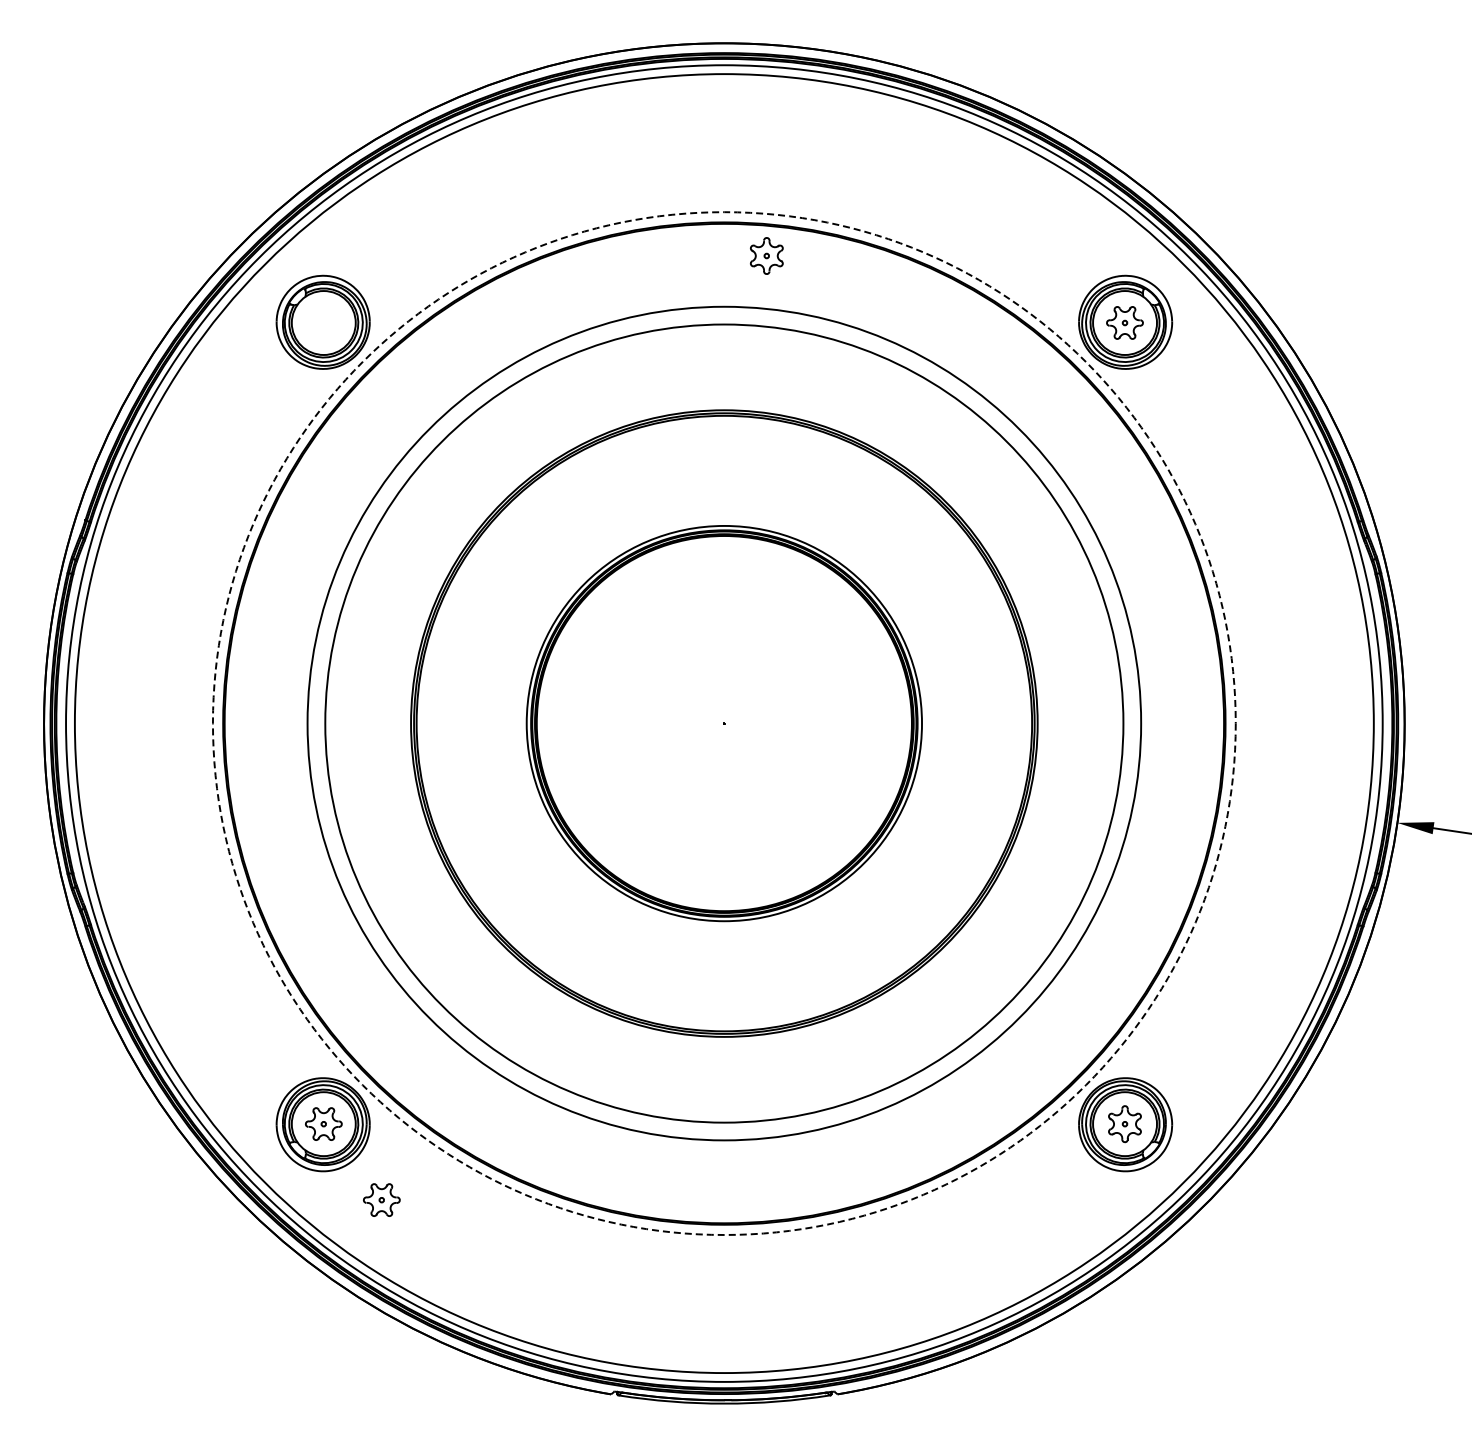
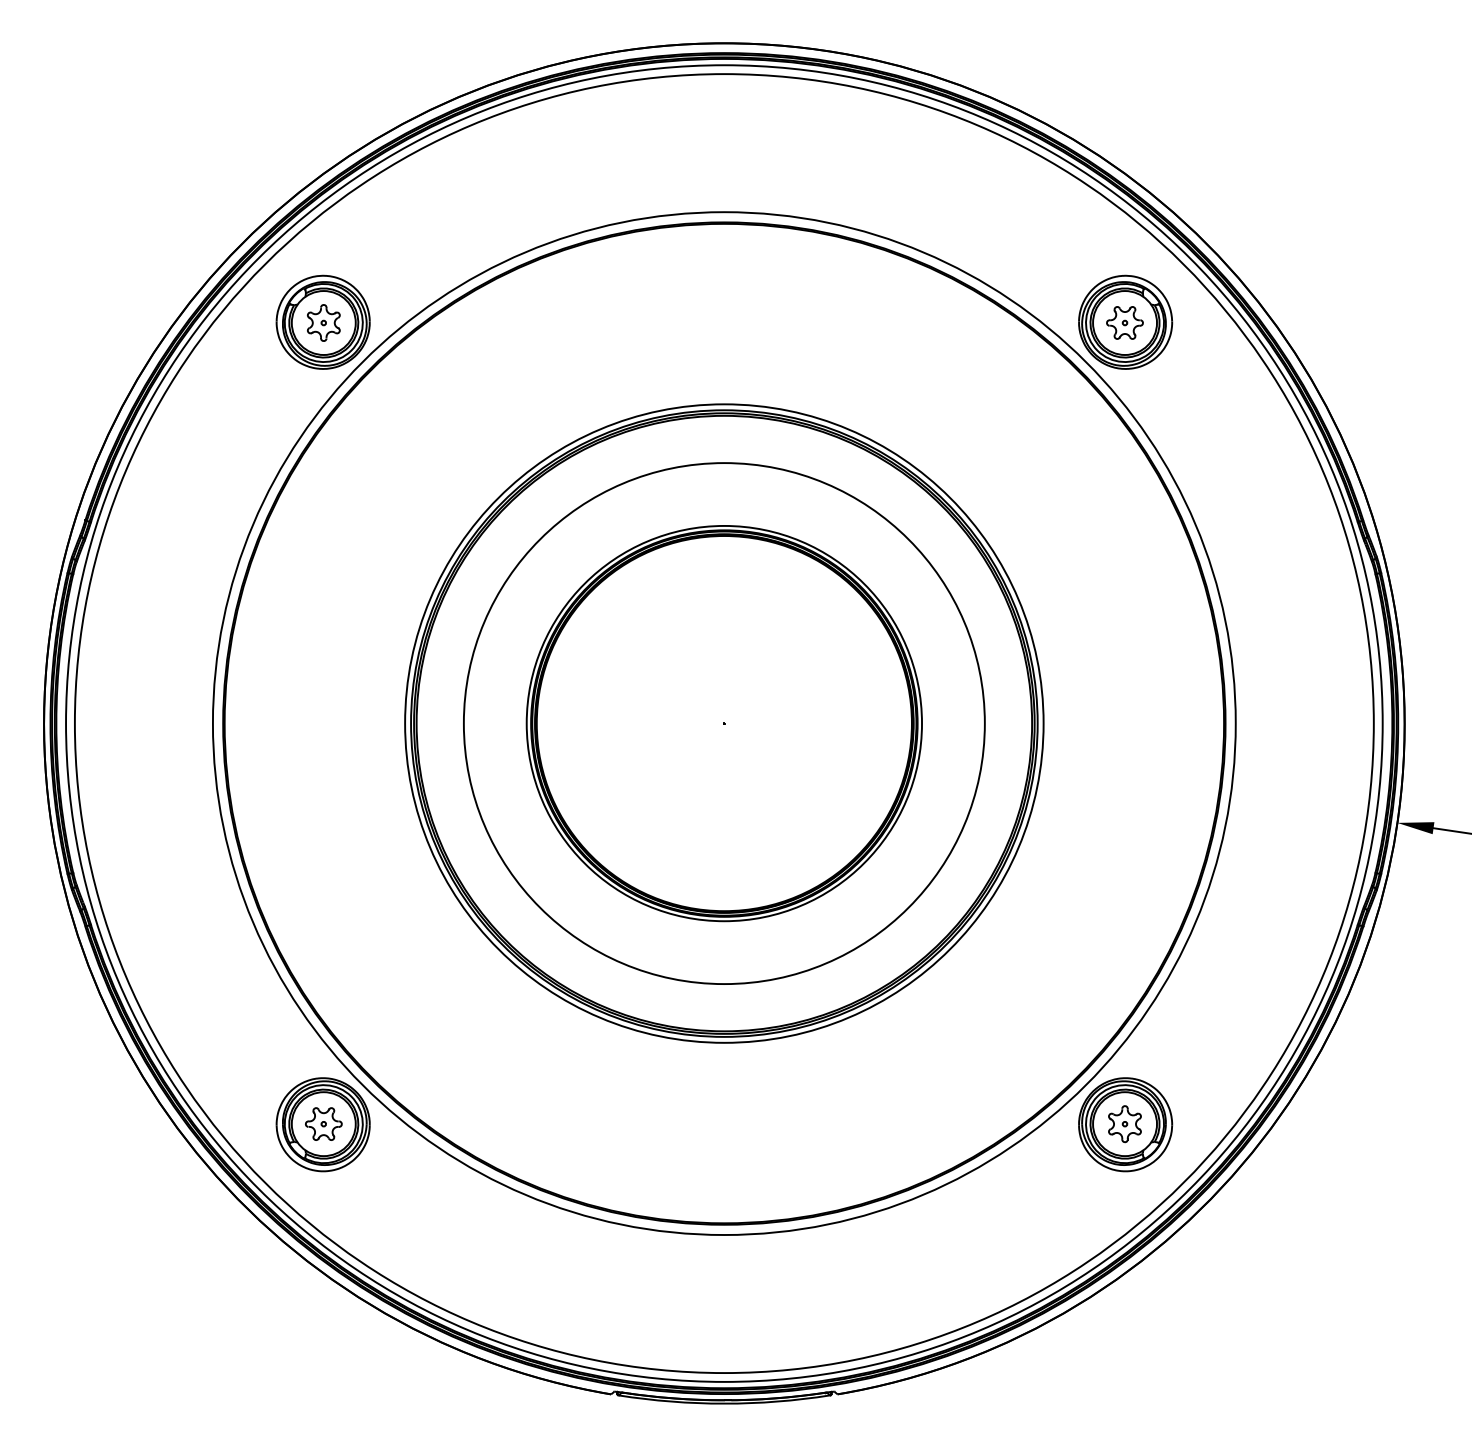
part at (766, 255) position: (766, 255) -> (323, 322)
circle at (723, 723): dashed -> solid
circle at (724, 723) diameter: 798 px -> 639 px
circle at (724, 723) diameter: 834 px -> 521 px
part at (381, 1199): present -> none
